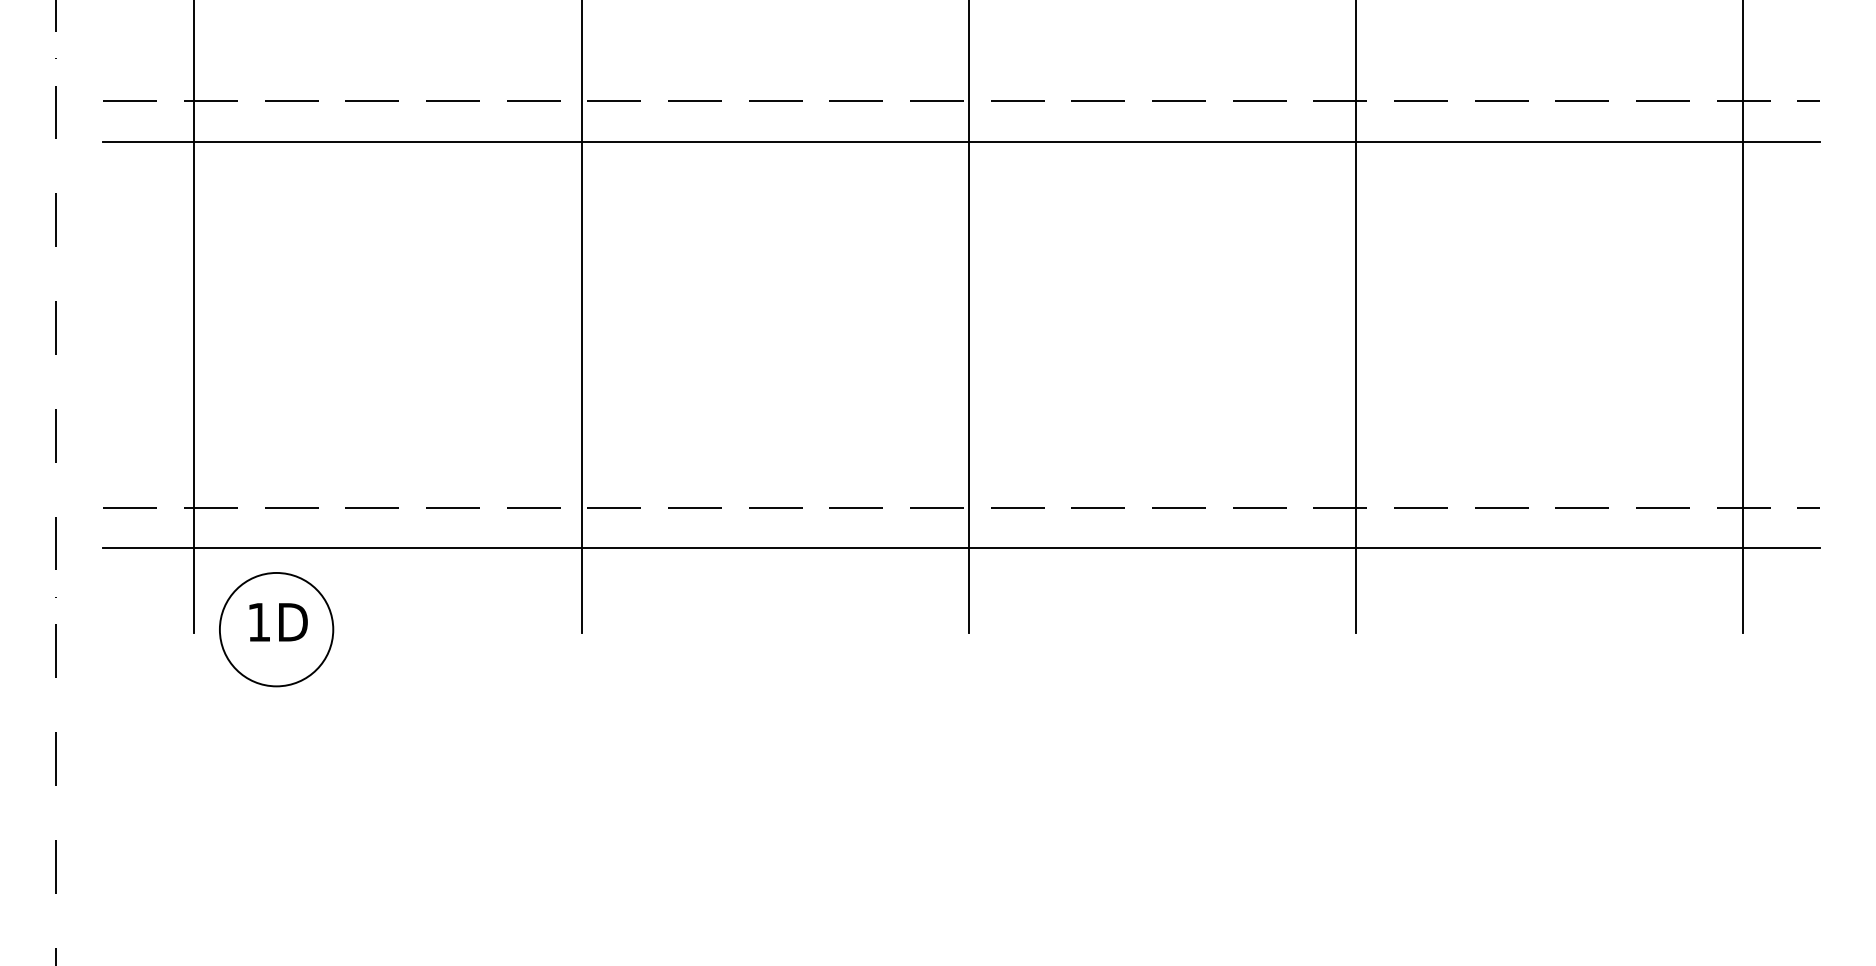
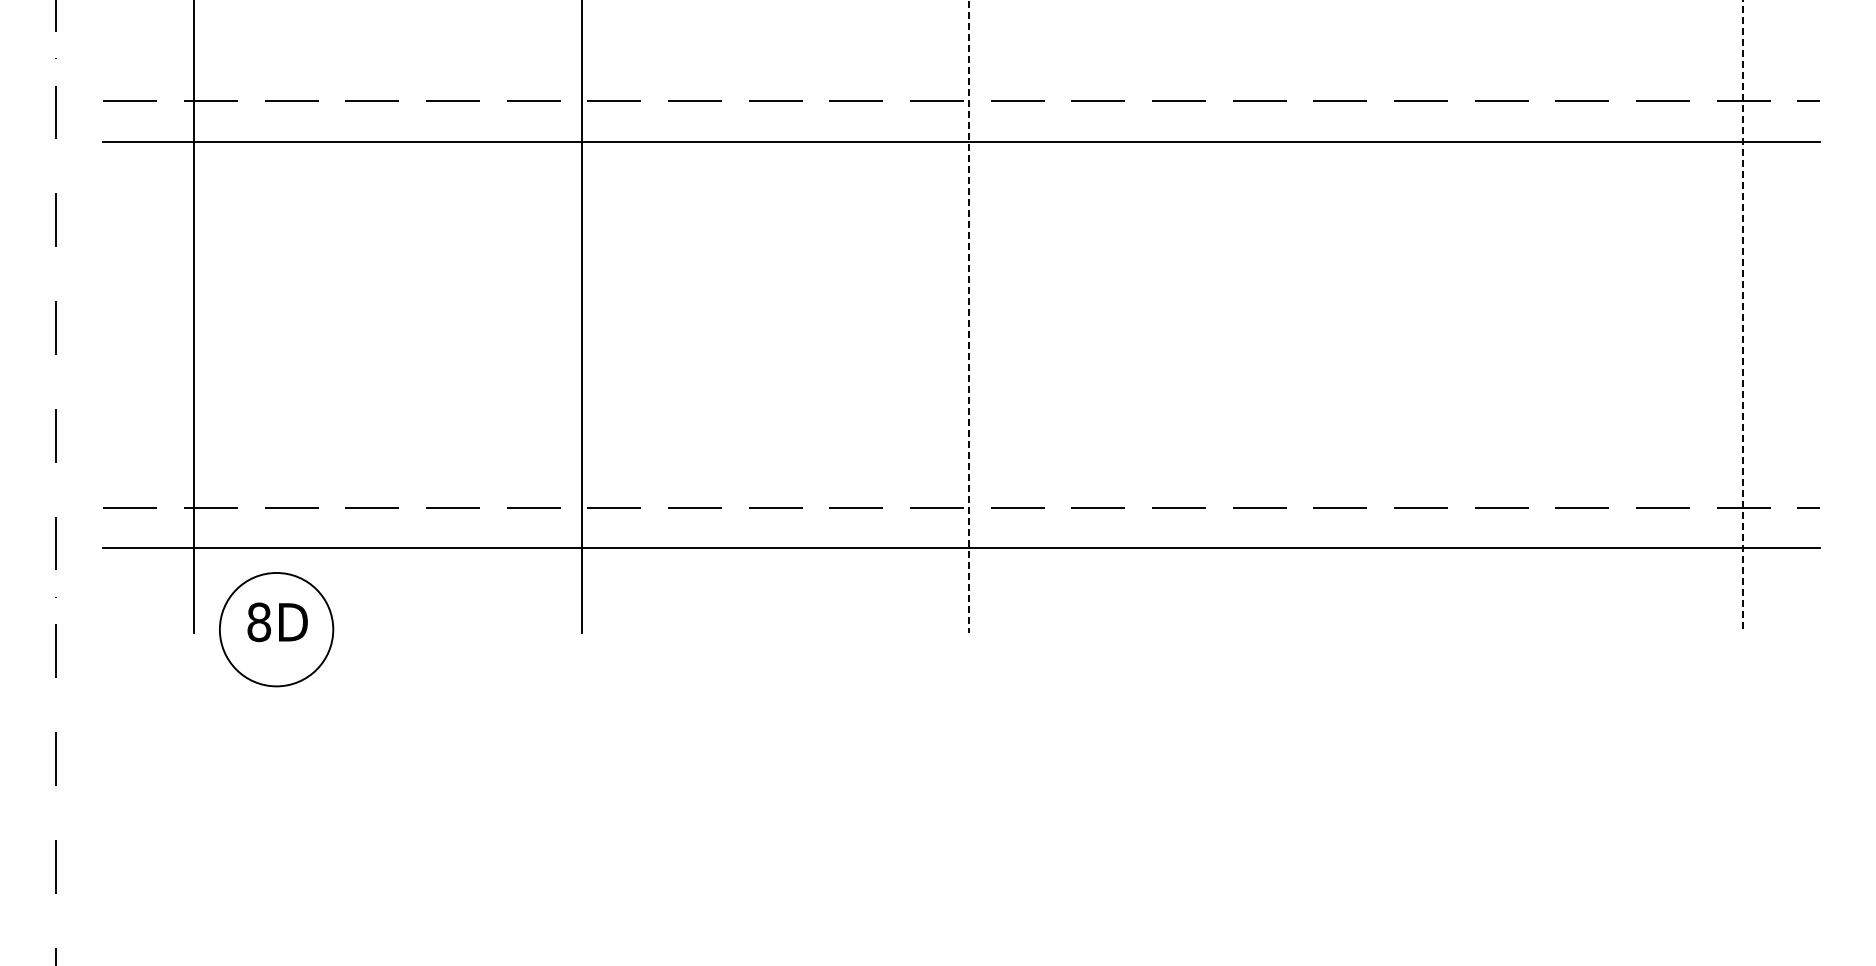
line at (968, 317): solid -> dashed
line at (1355, 317): present -> none
line at (1743, 317): solid -> dashed
text at (259, 622): 1D -> 8D
